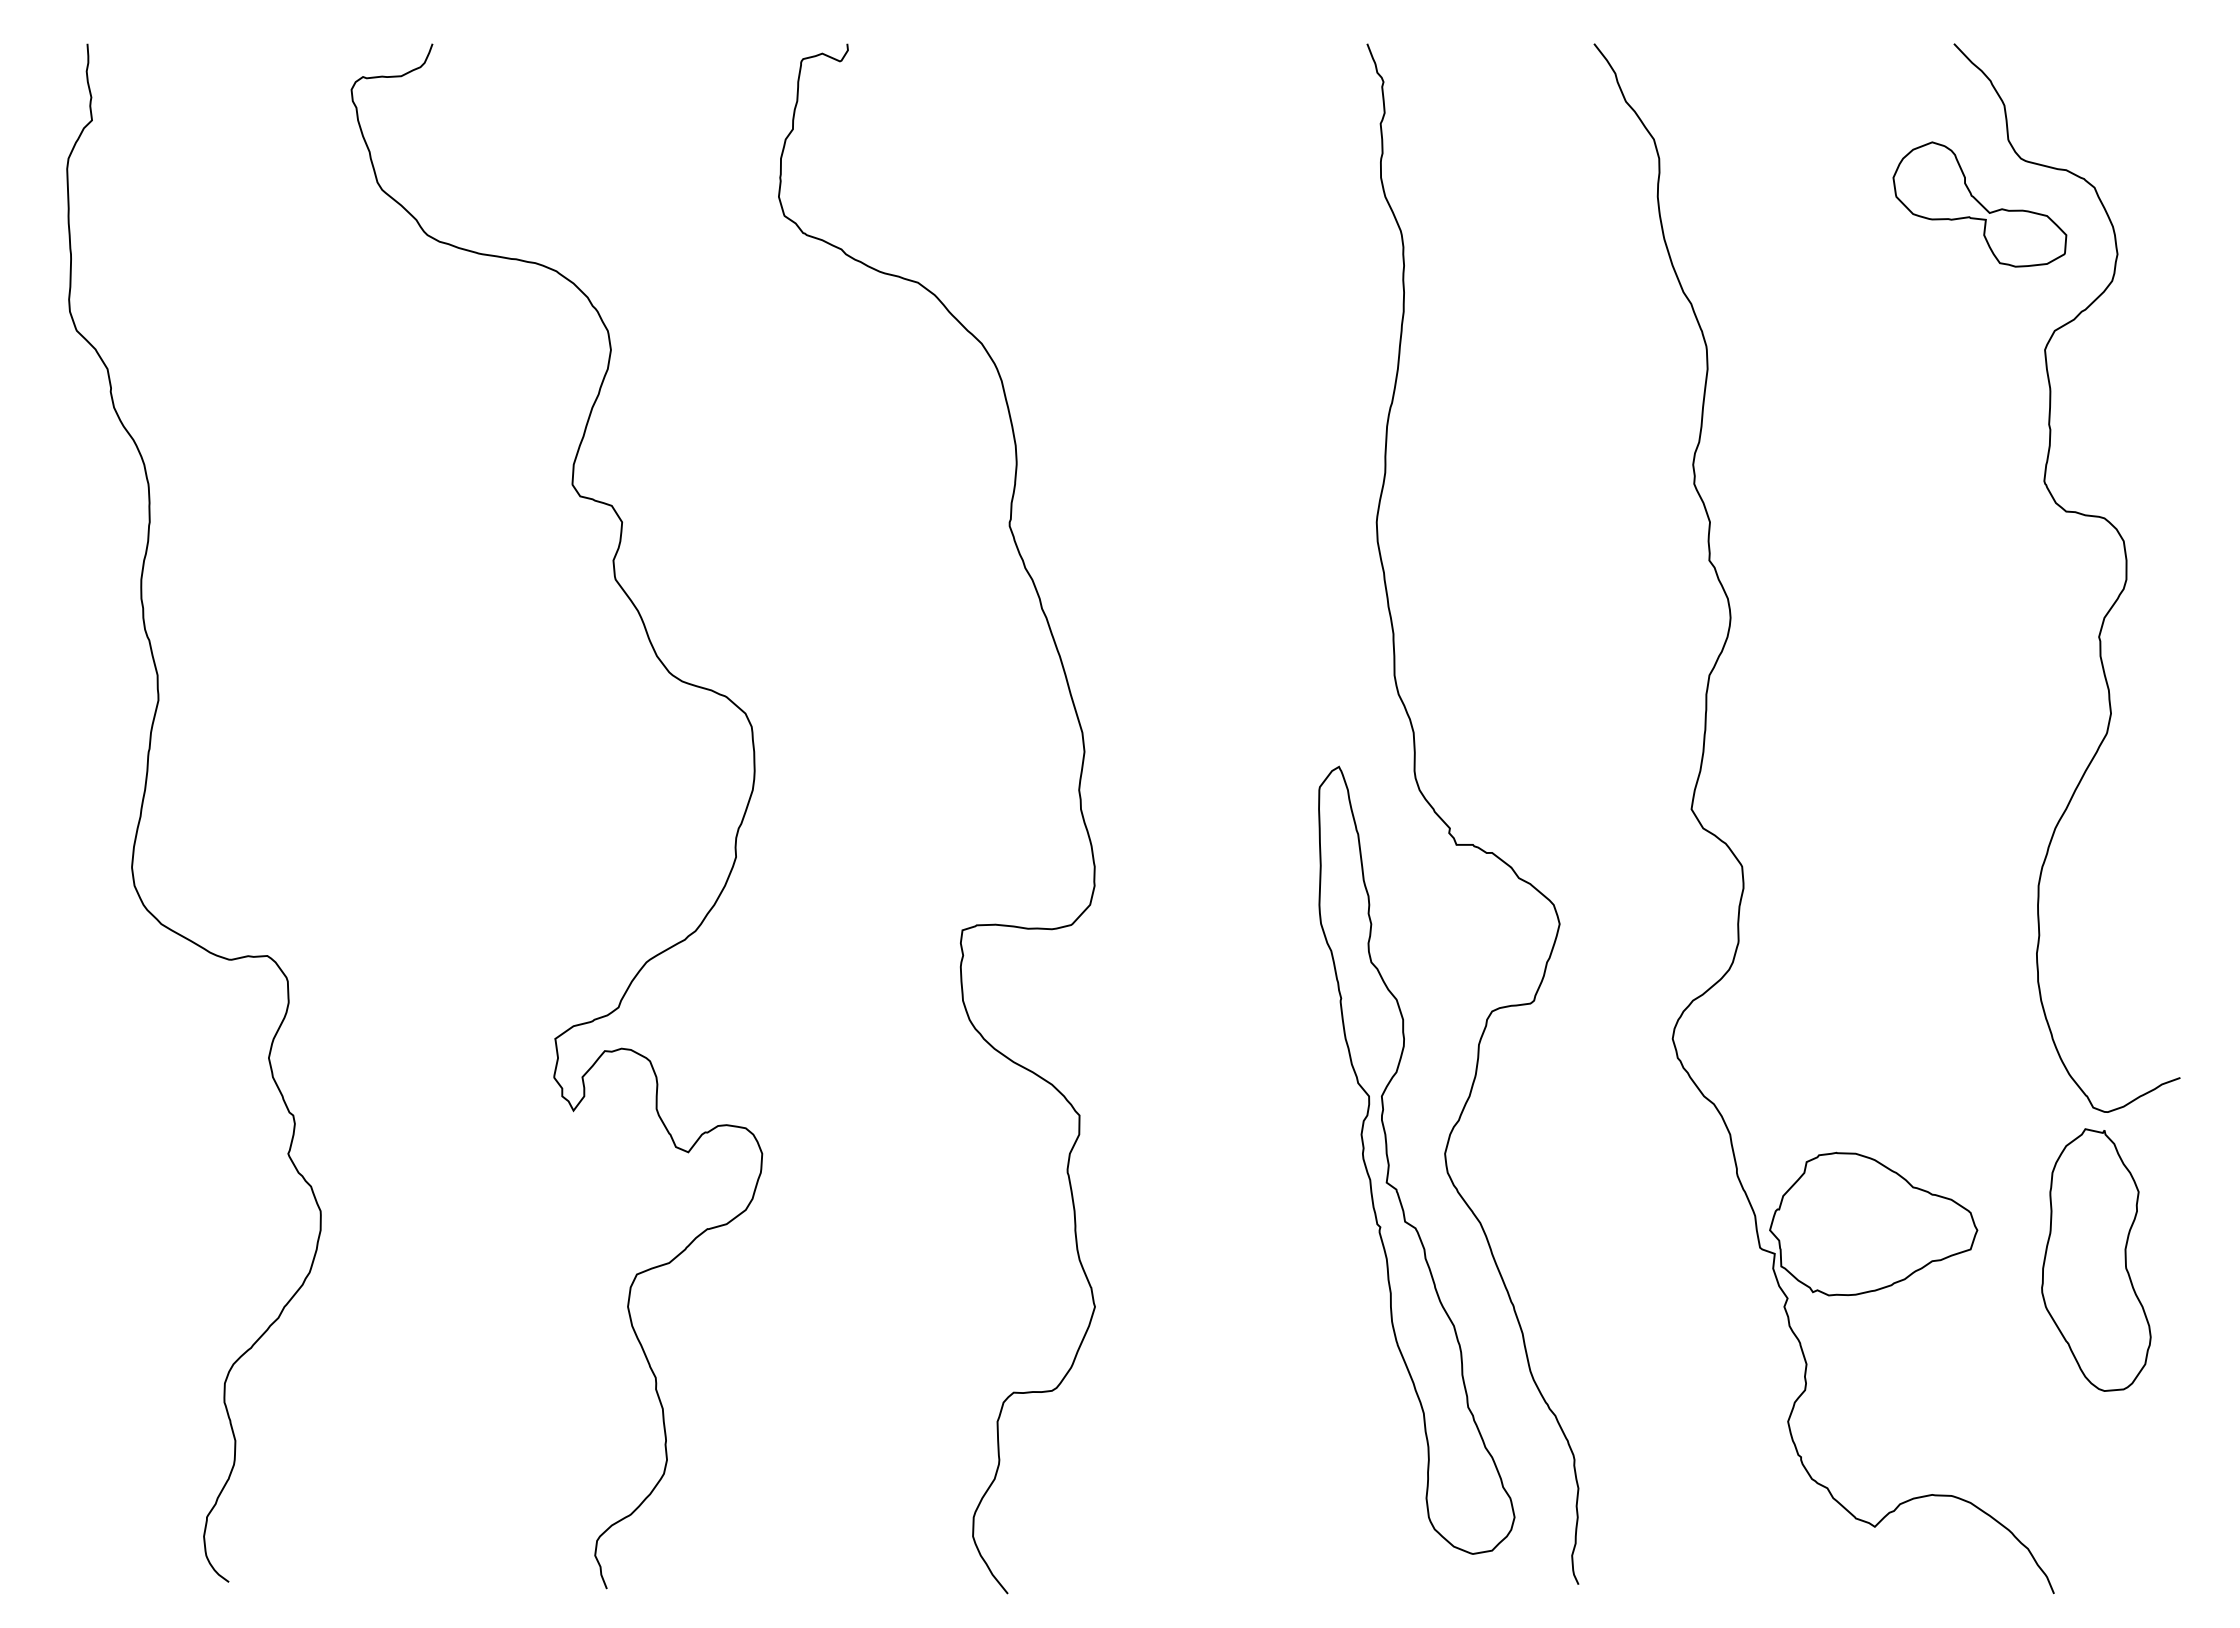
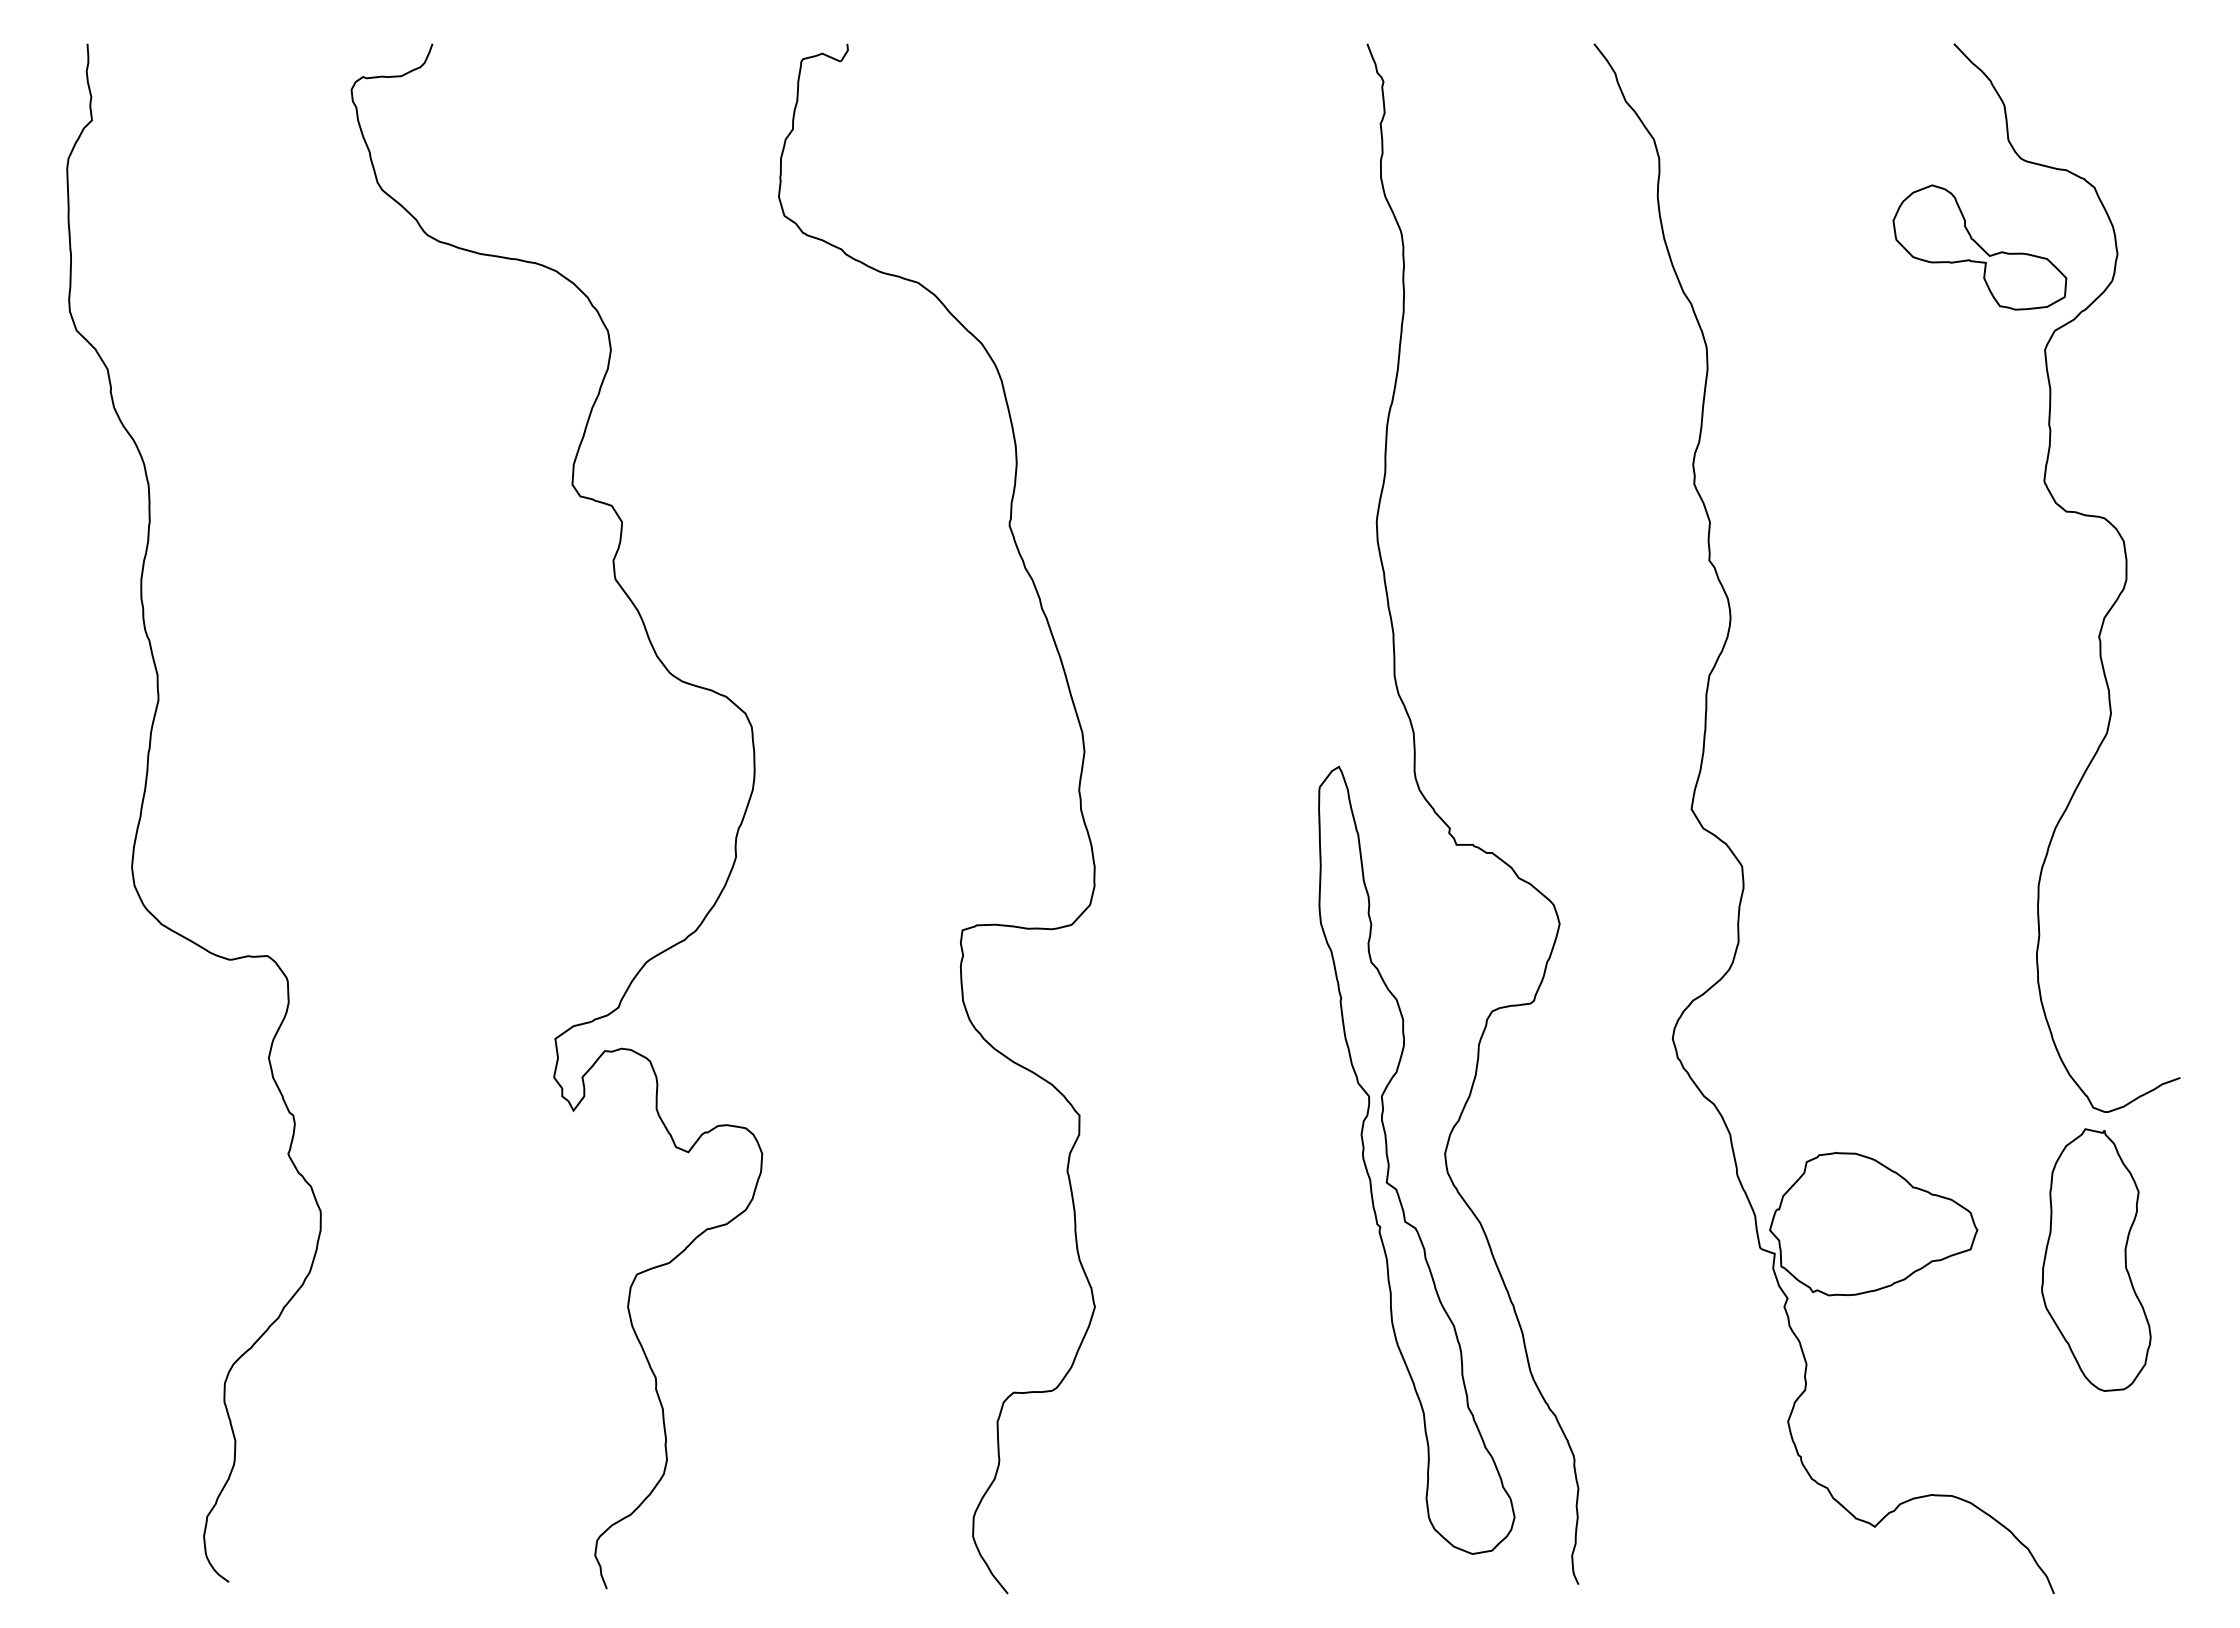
part at (1979, 204) position: (1979, 204) -> (1979, 247)
